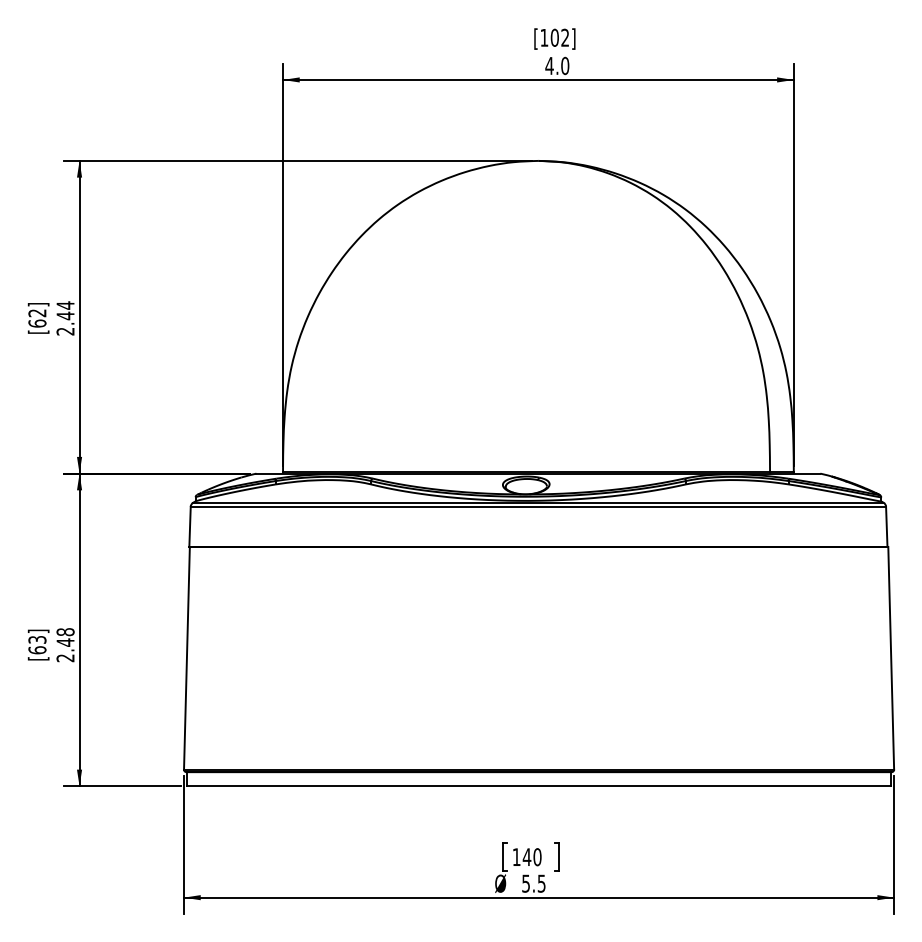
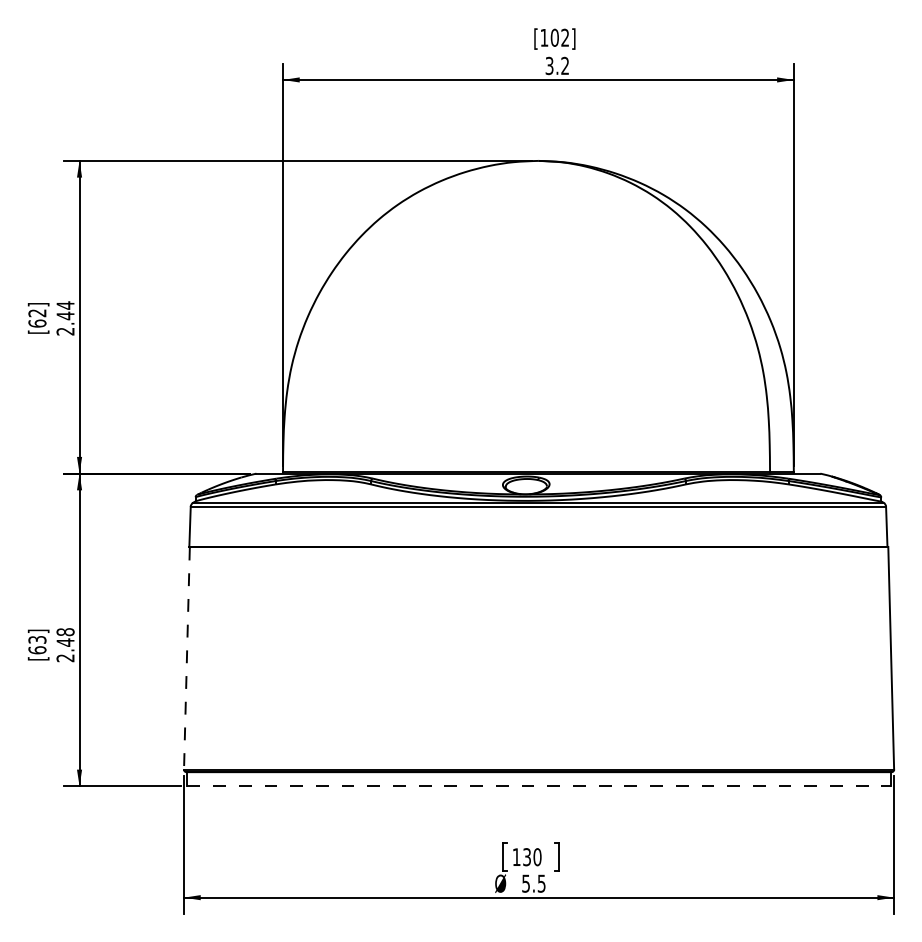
text at (557, 65): 4.0 -> 3.2
line at (186, 659): solid -> dashed
line at (539, 786): solid -> dashed
text at (526, 857): 140 -> 130
